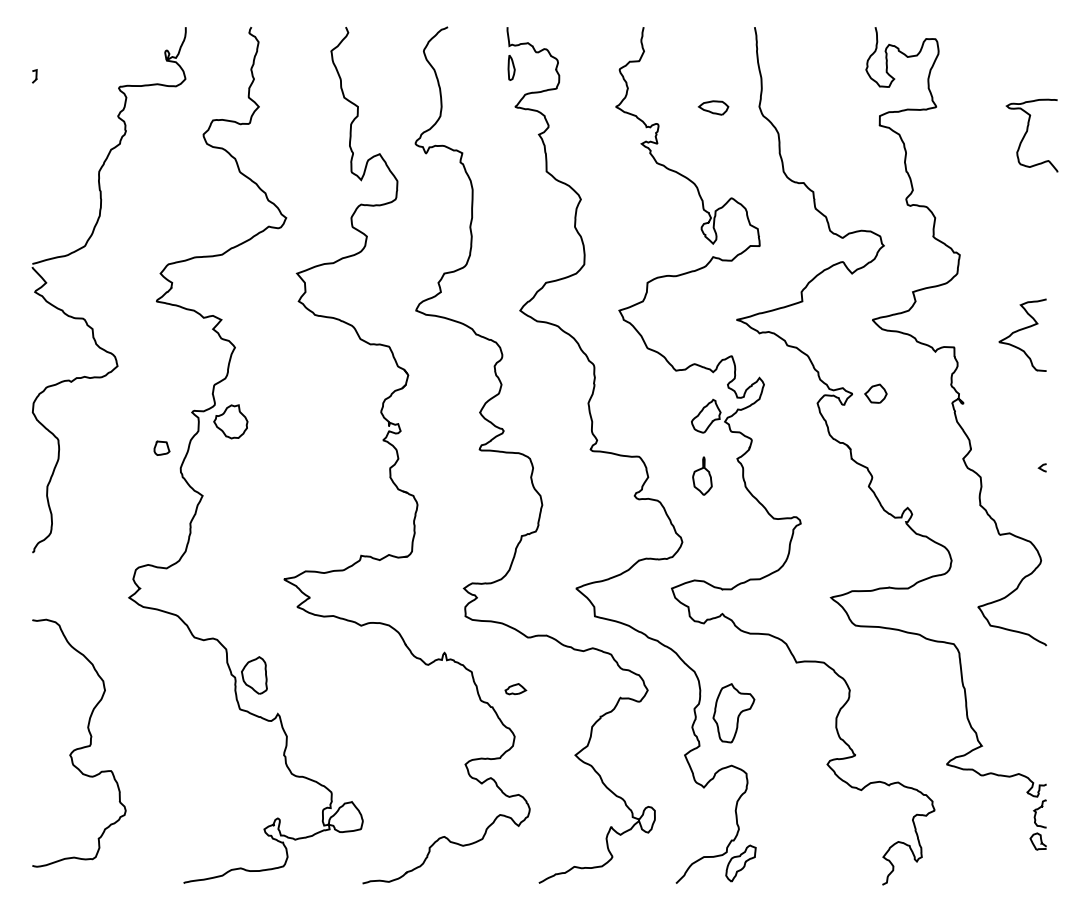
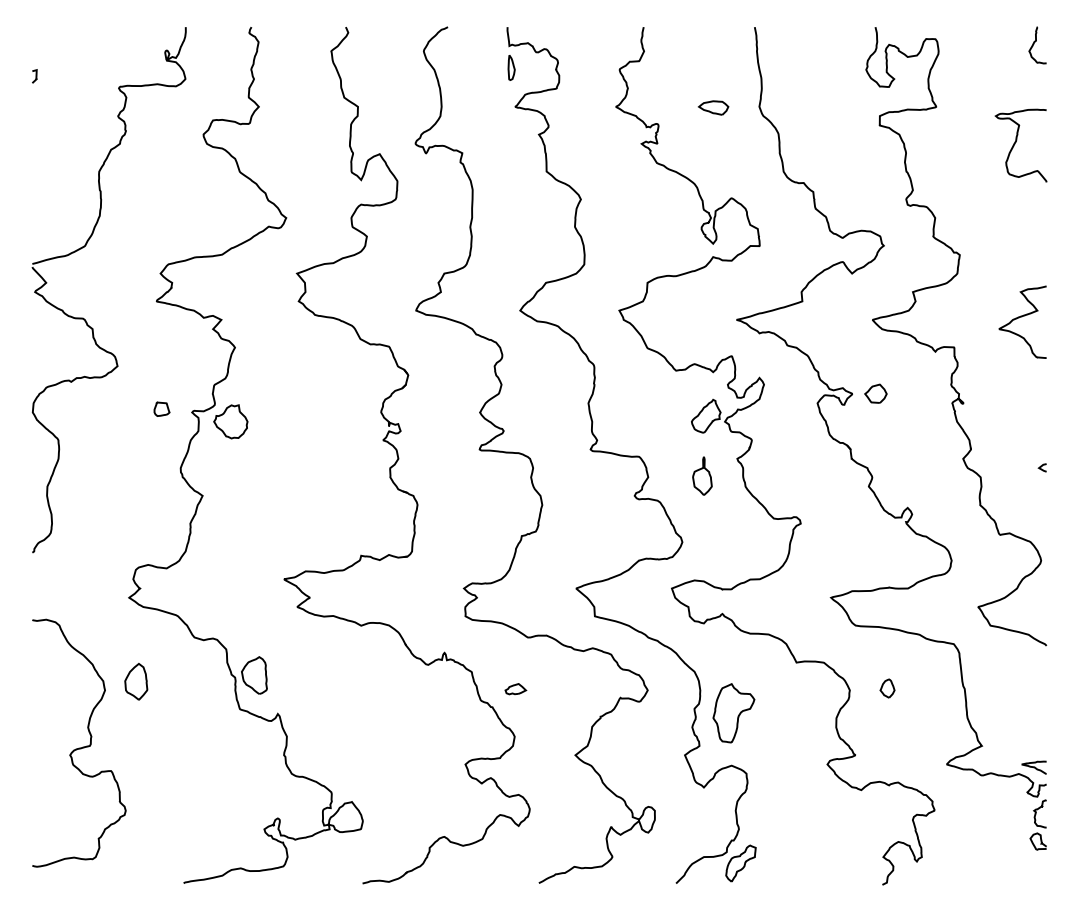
curve at (1034, 44): none -> present
curve at (1027, 132) position: (1027, 132) -> (1016, 142)
curve at (1022, 330) position: (1022, 330) -> (1022, 317)
part at (161, 447) position: (161, 447) -> (161, 408)
part at (136, 681): none -> present
part at (887, 688): none -> present
curve at (1033, 767): none -> present
